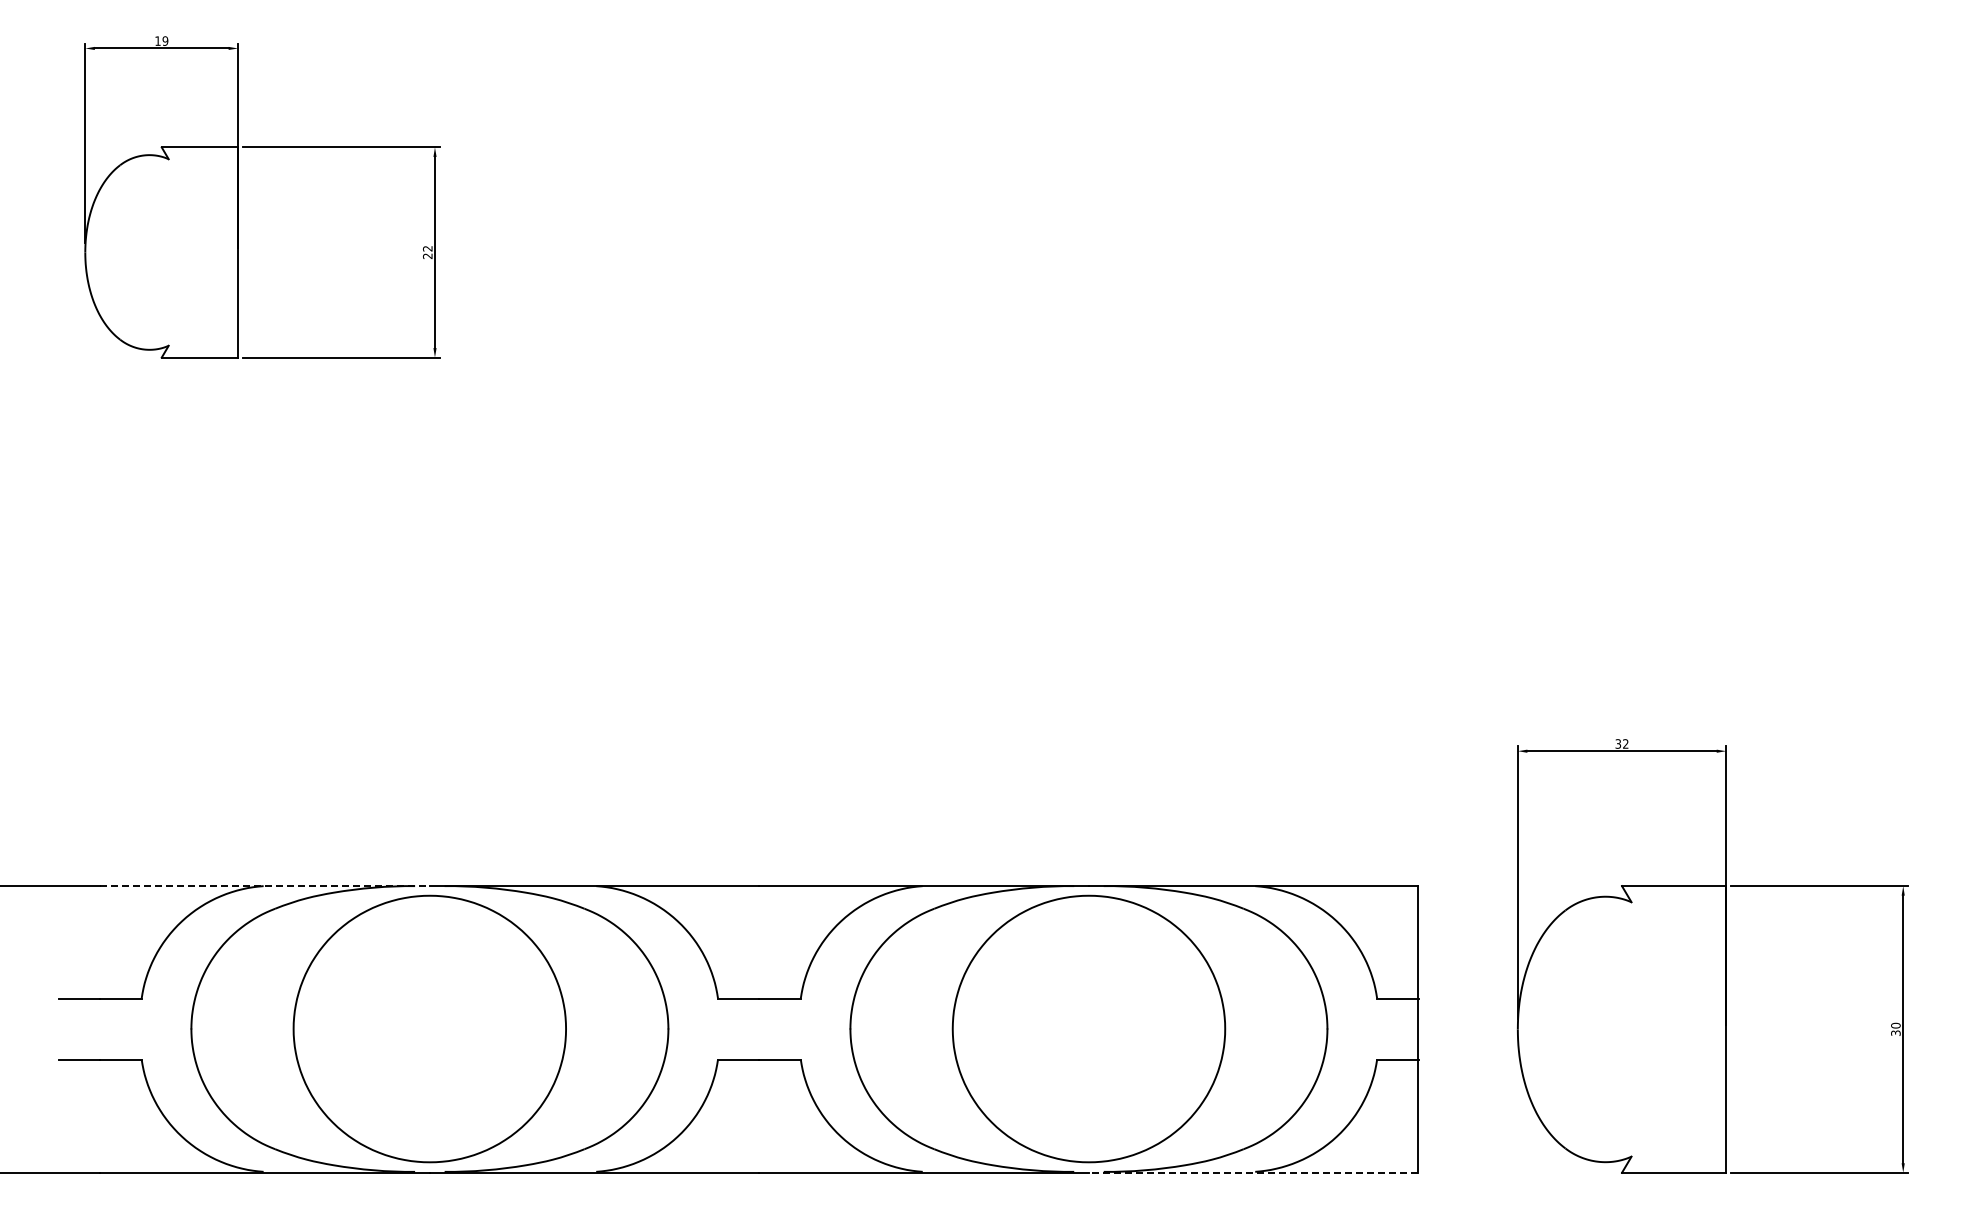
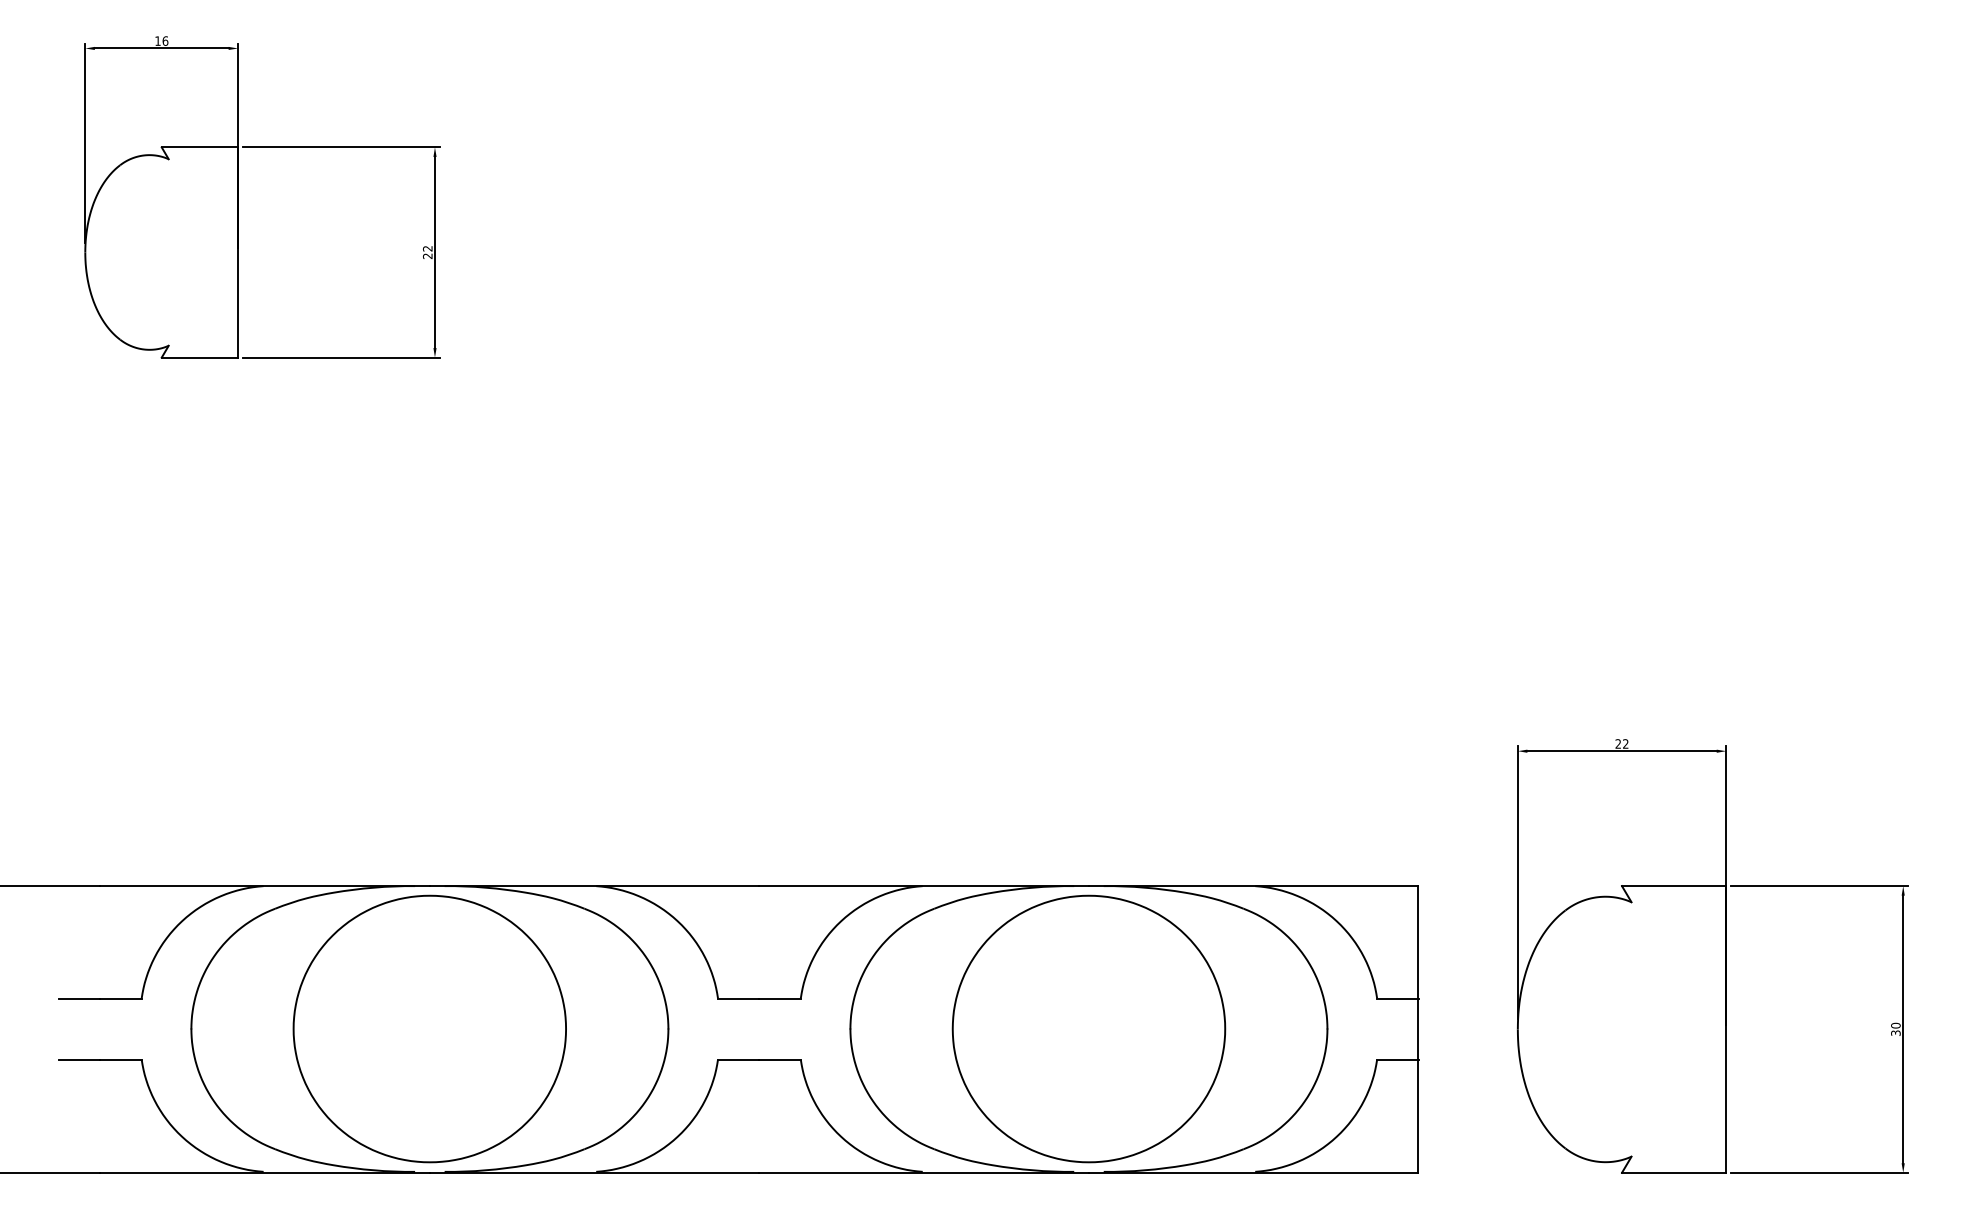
text at (165, 40): 19 -> 16
text at (1618, 744): 32 -> 22
line at (265, 886): dashed -> solid
line at (1253, 1172): dashed -> solid
